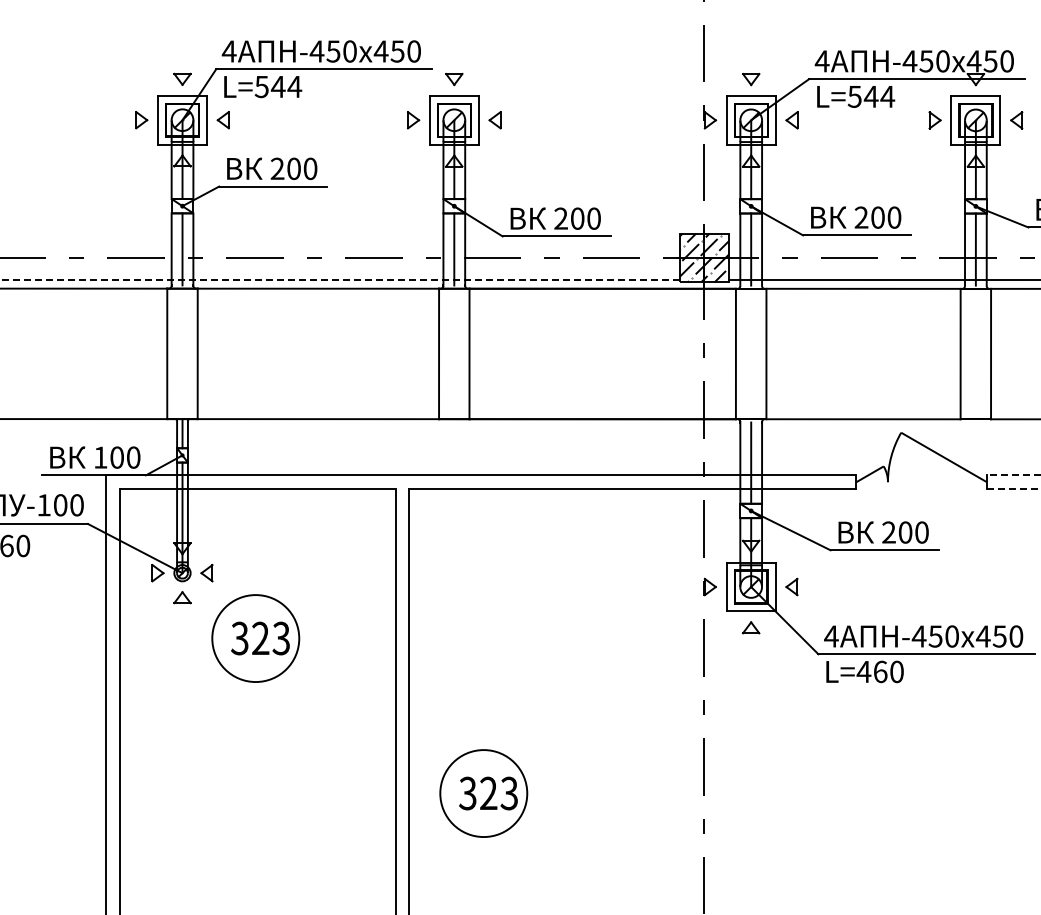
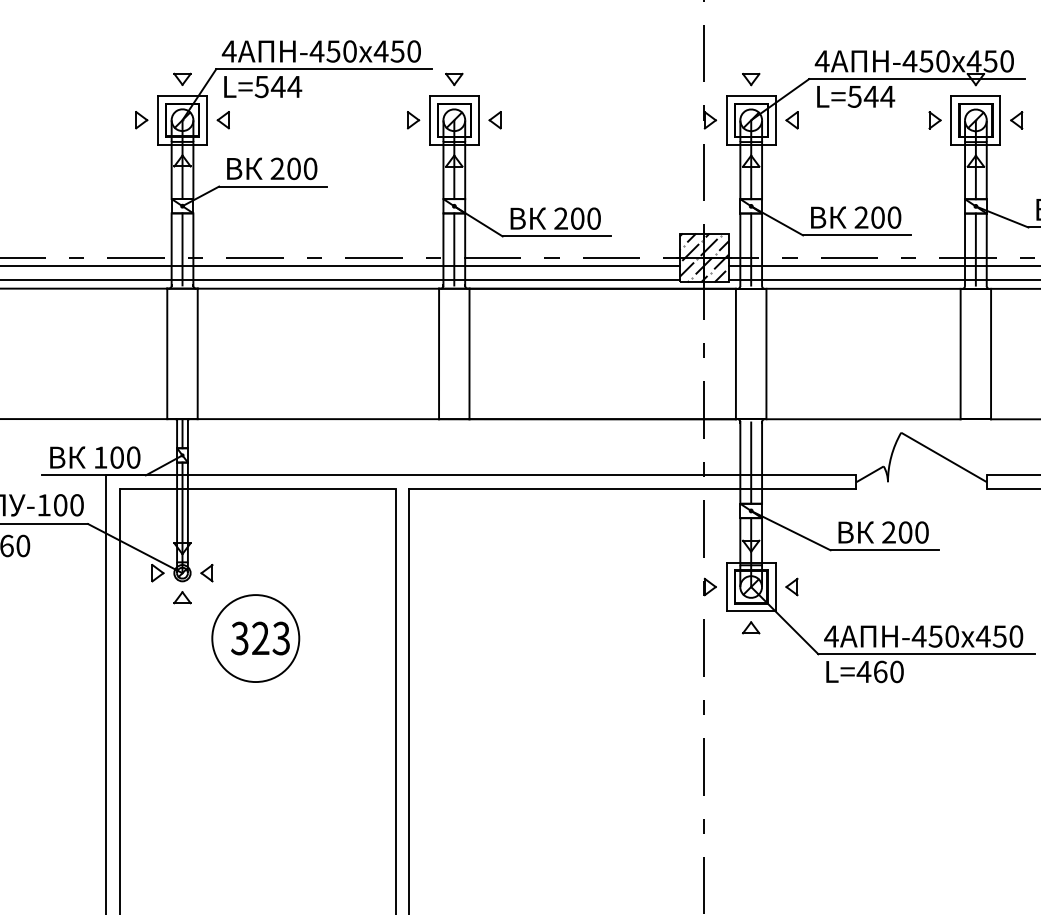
line at (340, 266): none -> present
line at (882, 266): none -> present
line at (340, 279): dashed -> solid
line at (1040, 475): dashed -> solid
part at (483, 793): present -> none
